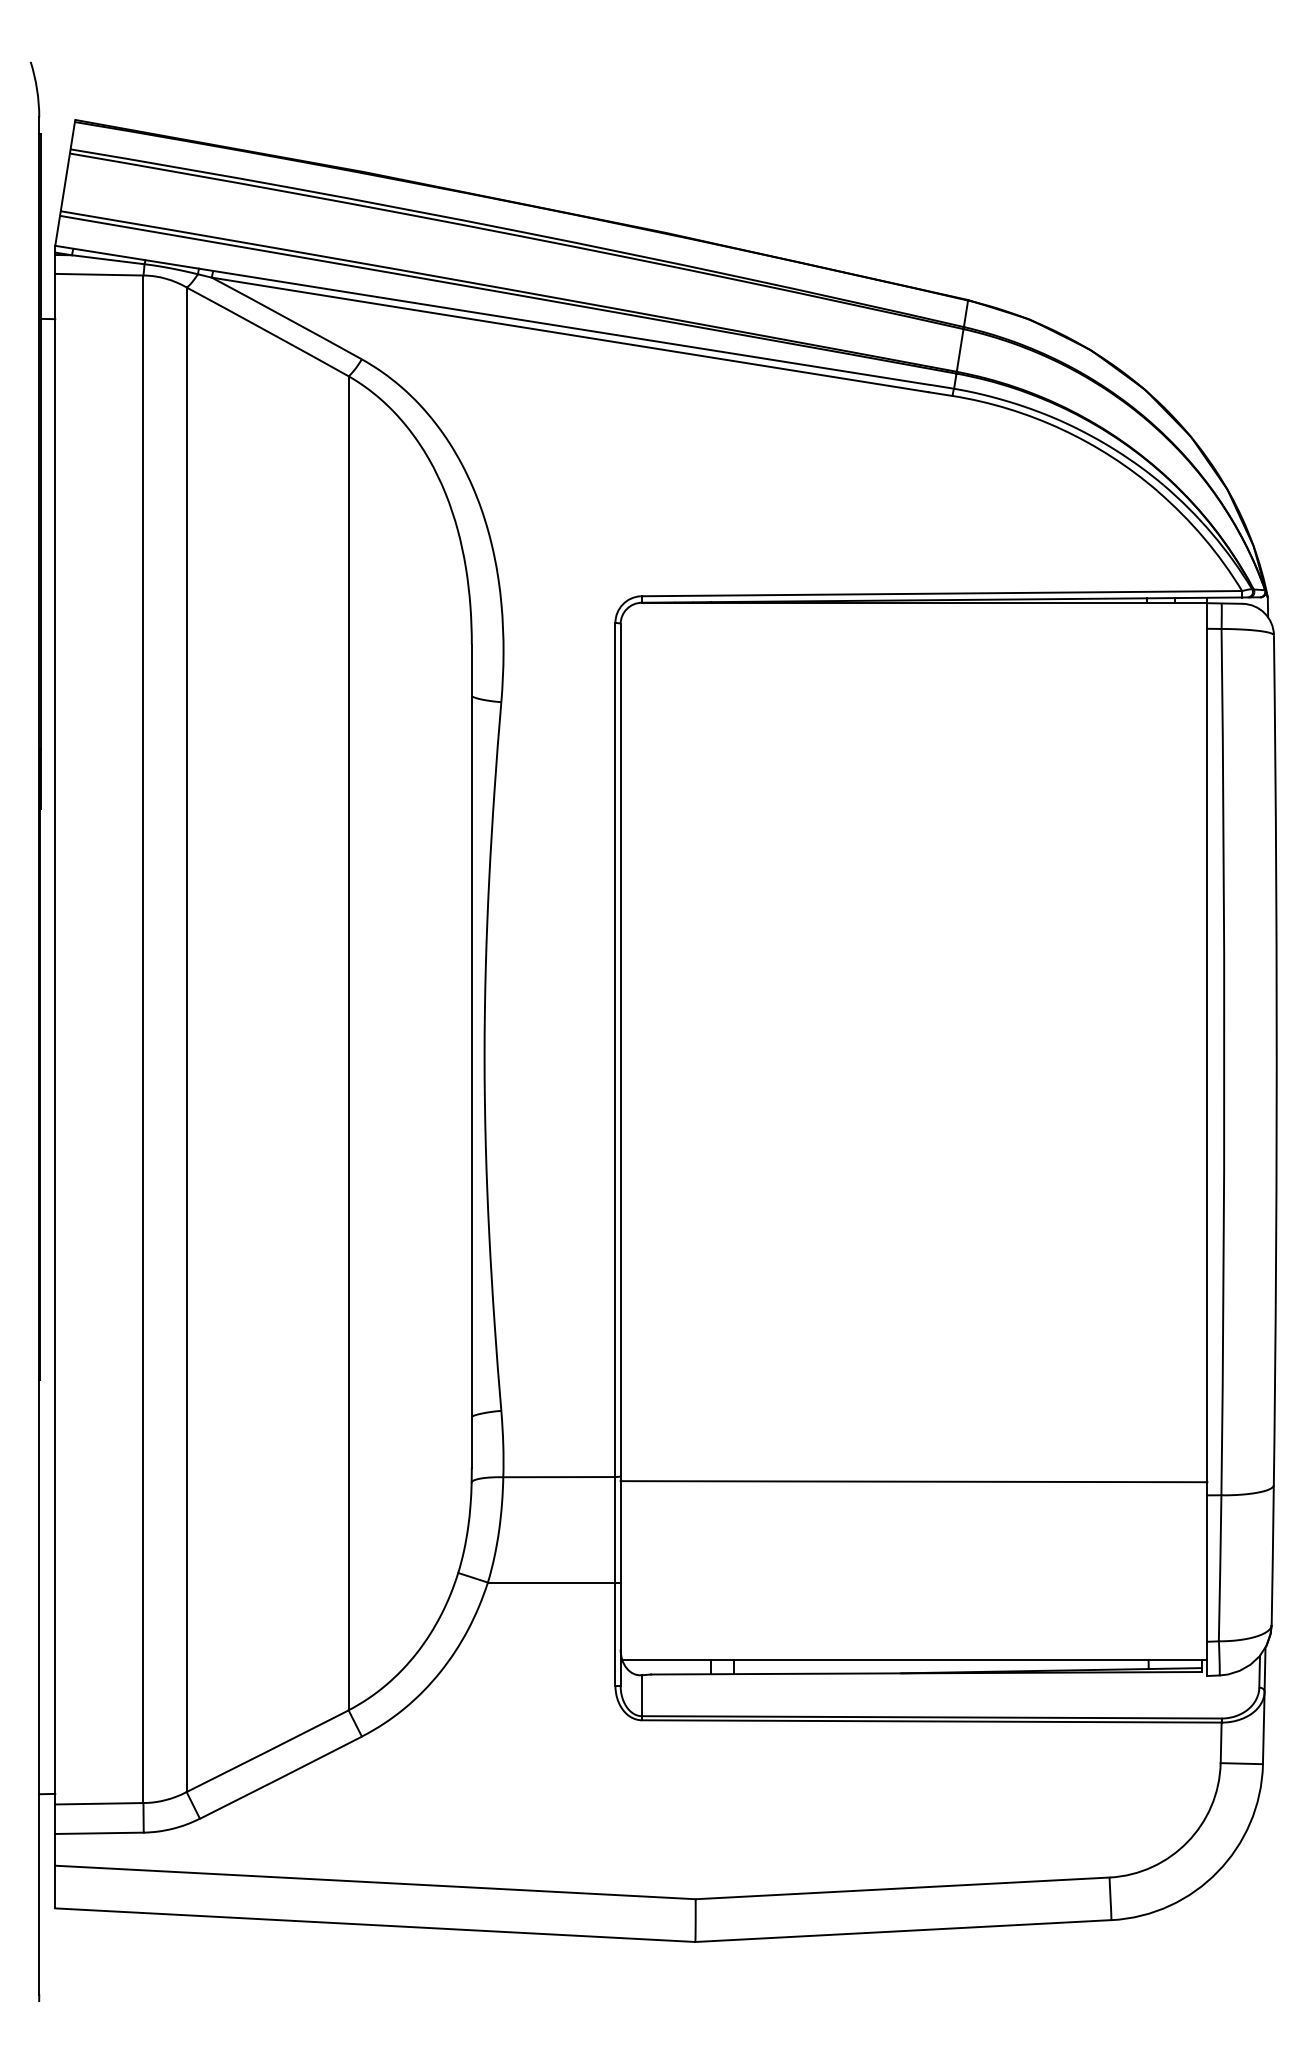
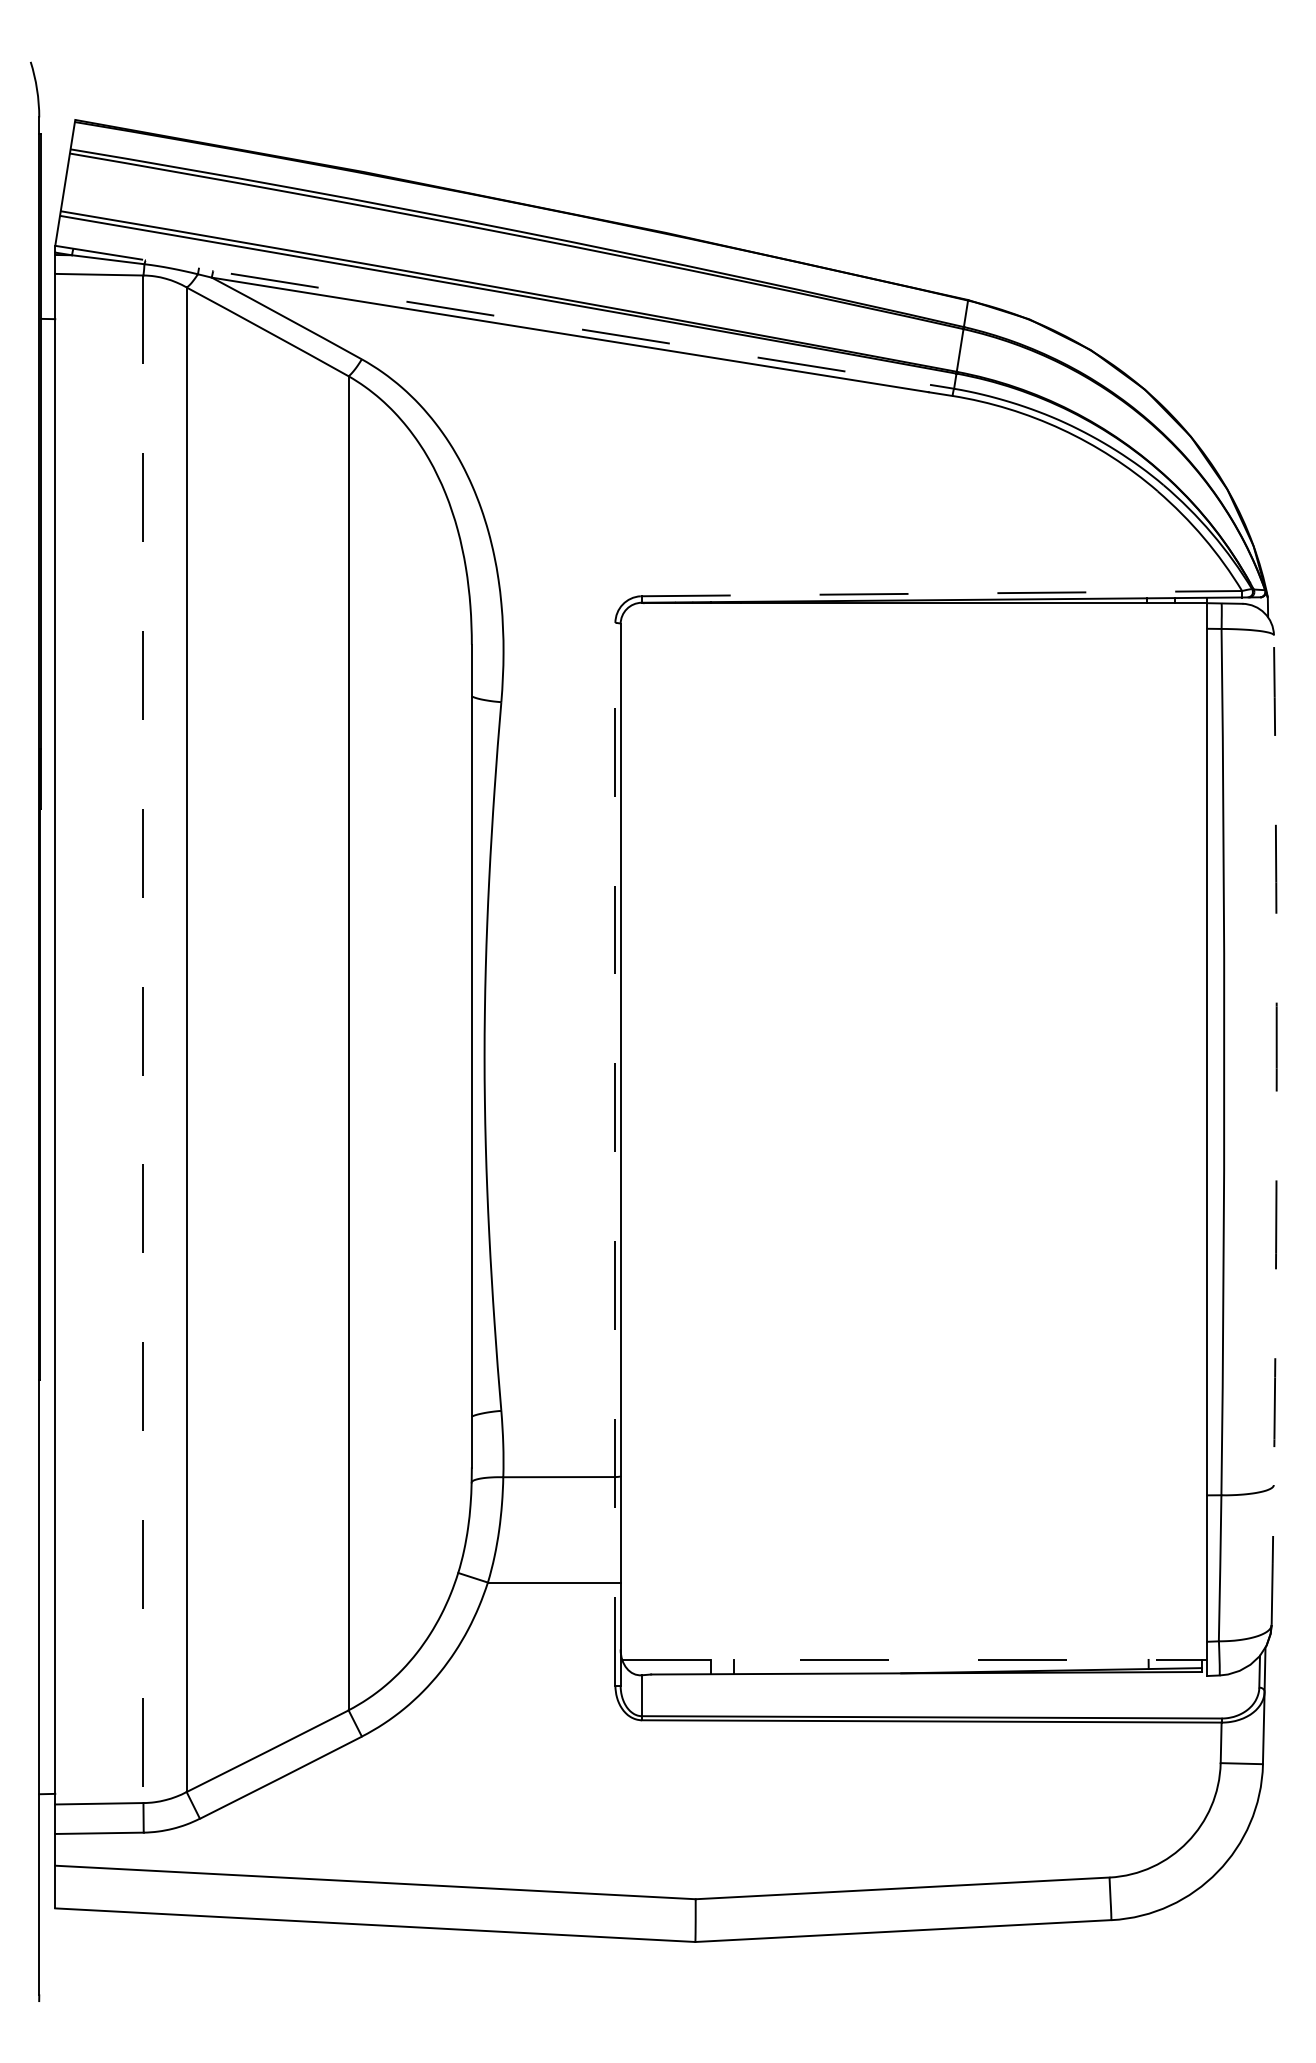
line at (492, 315): solid -> dashed
line at (942, 593): solid -> dashed
line at (143, 1039): solid -> dashed
arc at (1276, 1130): solid -> dashed
line at (615, 1153): solid -> dashed
line at (913, 1481): present -> none
line at (915, 1659): solid -> dashed
